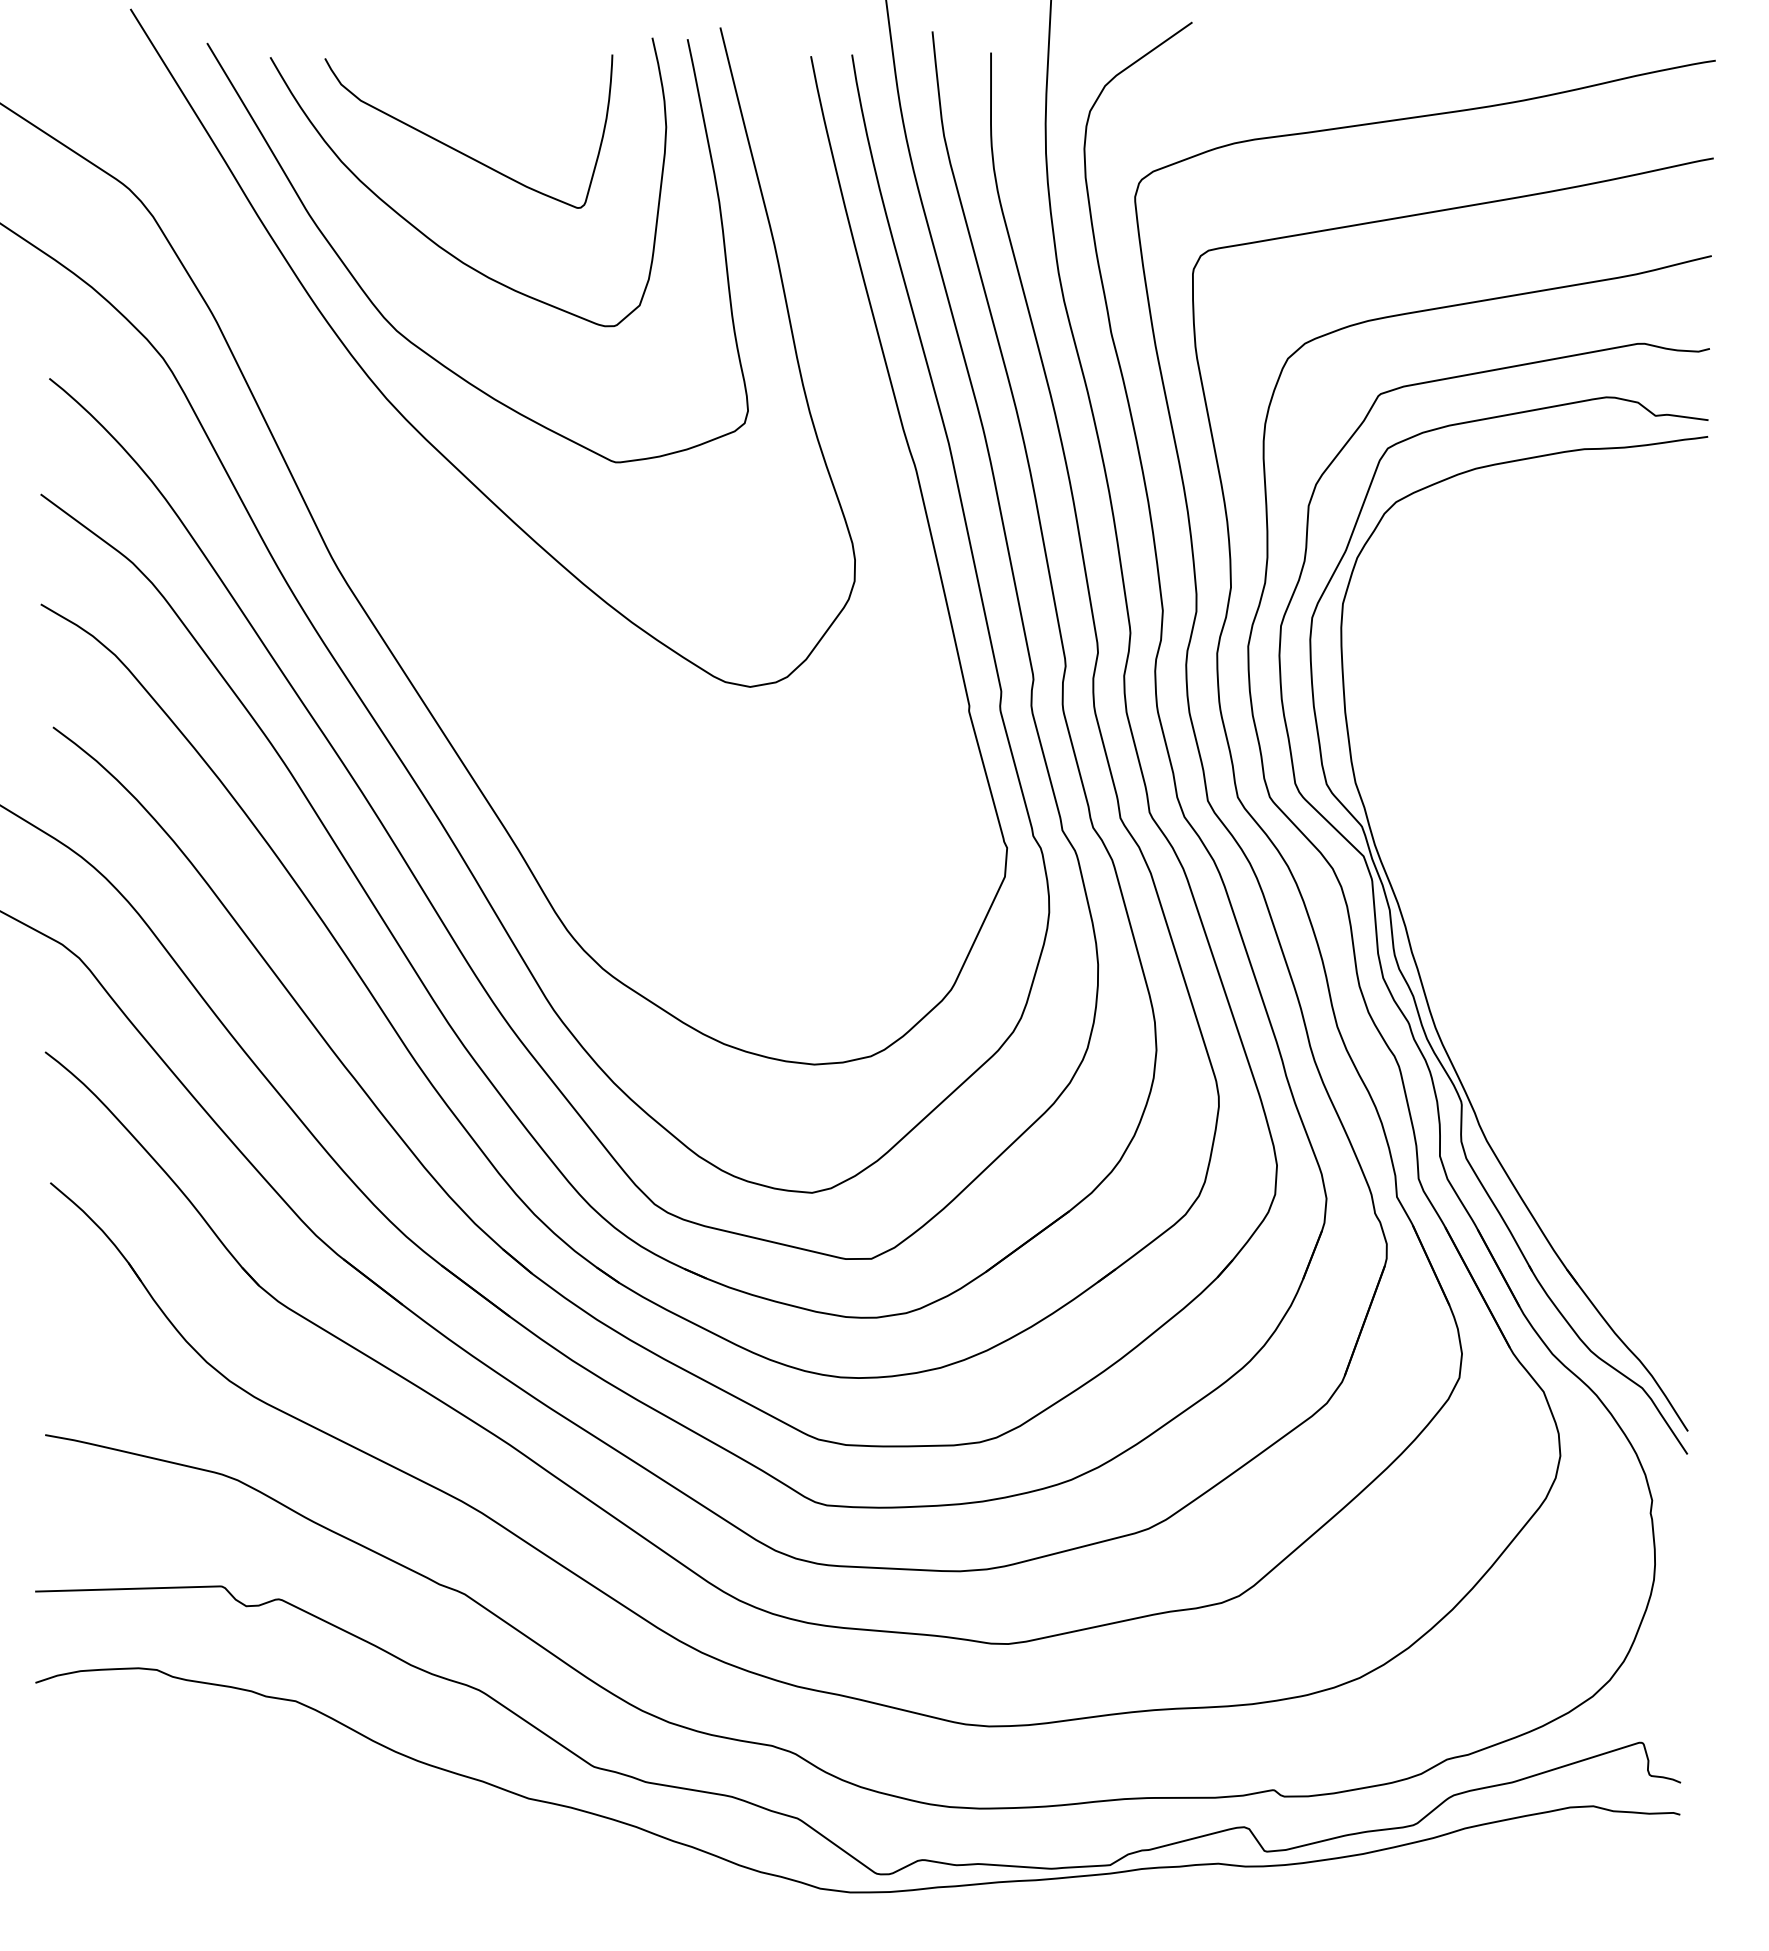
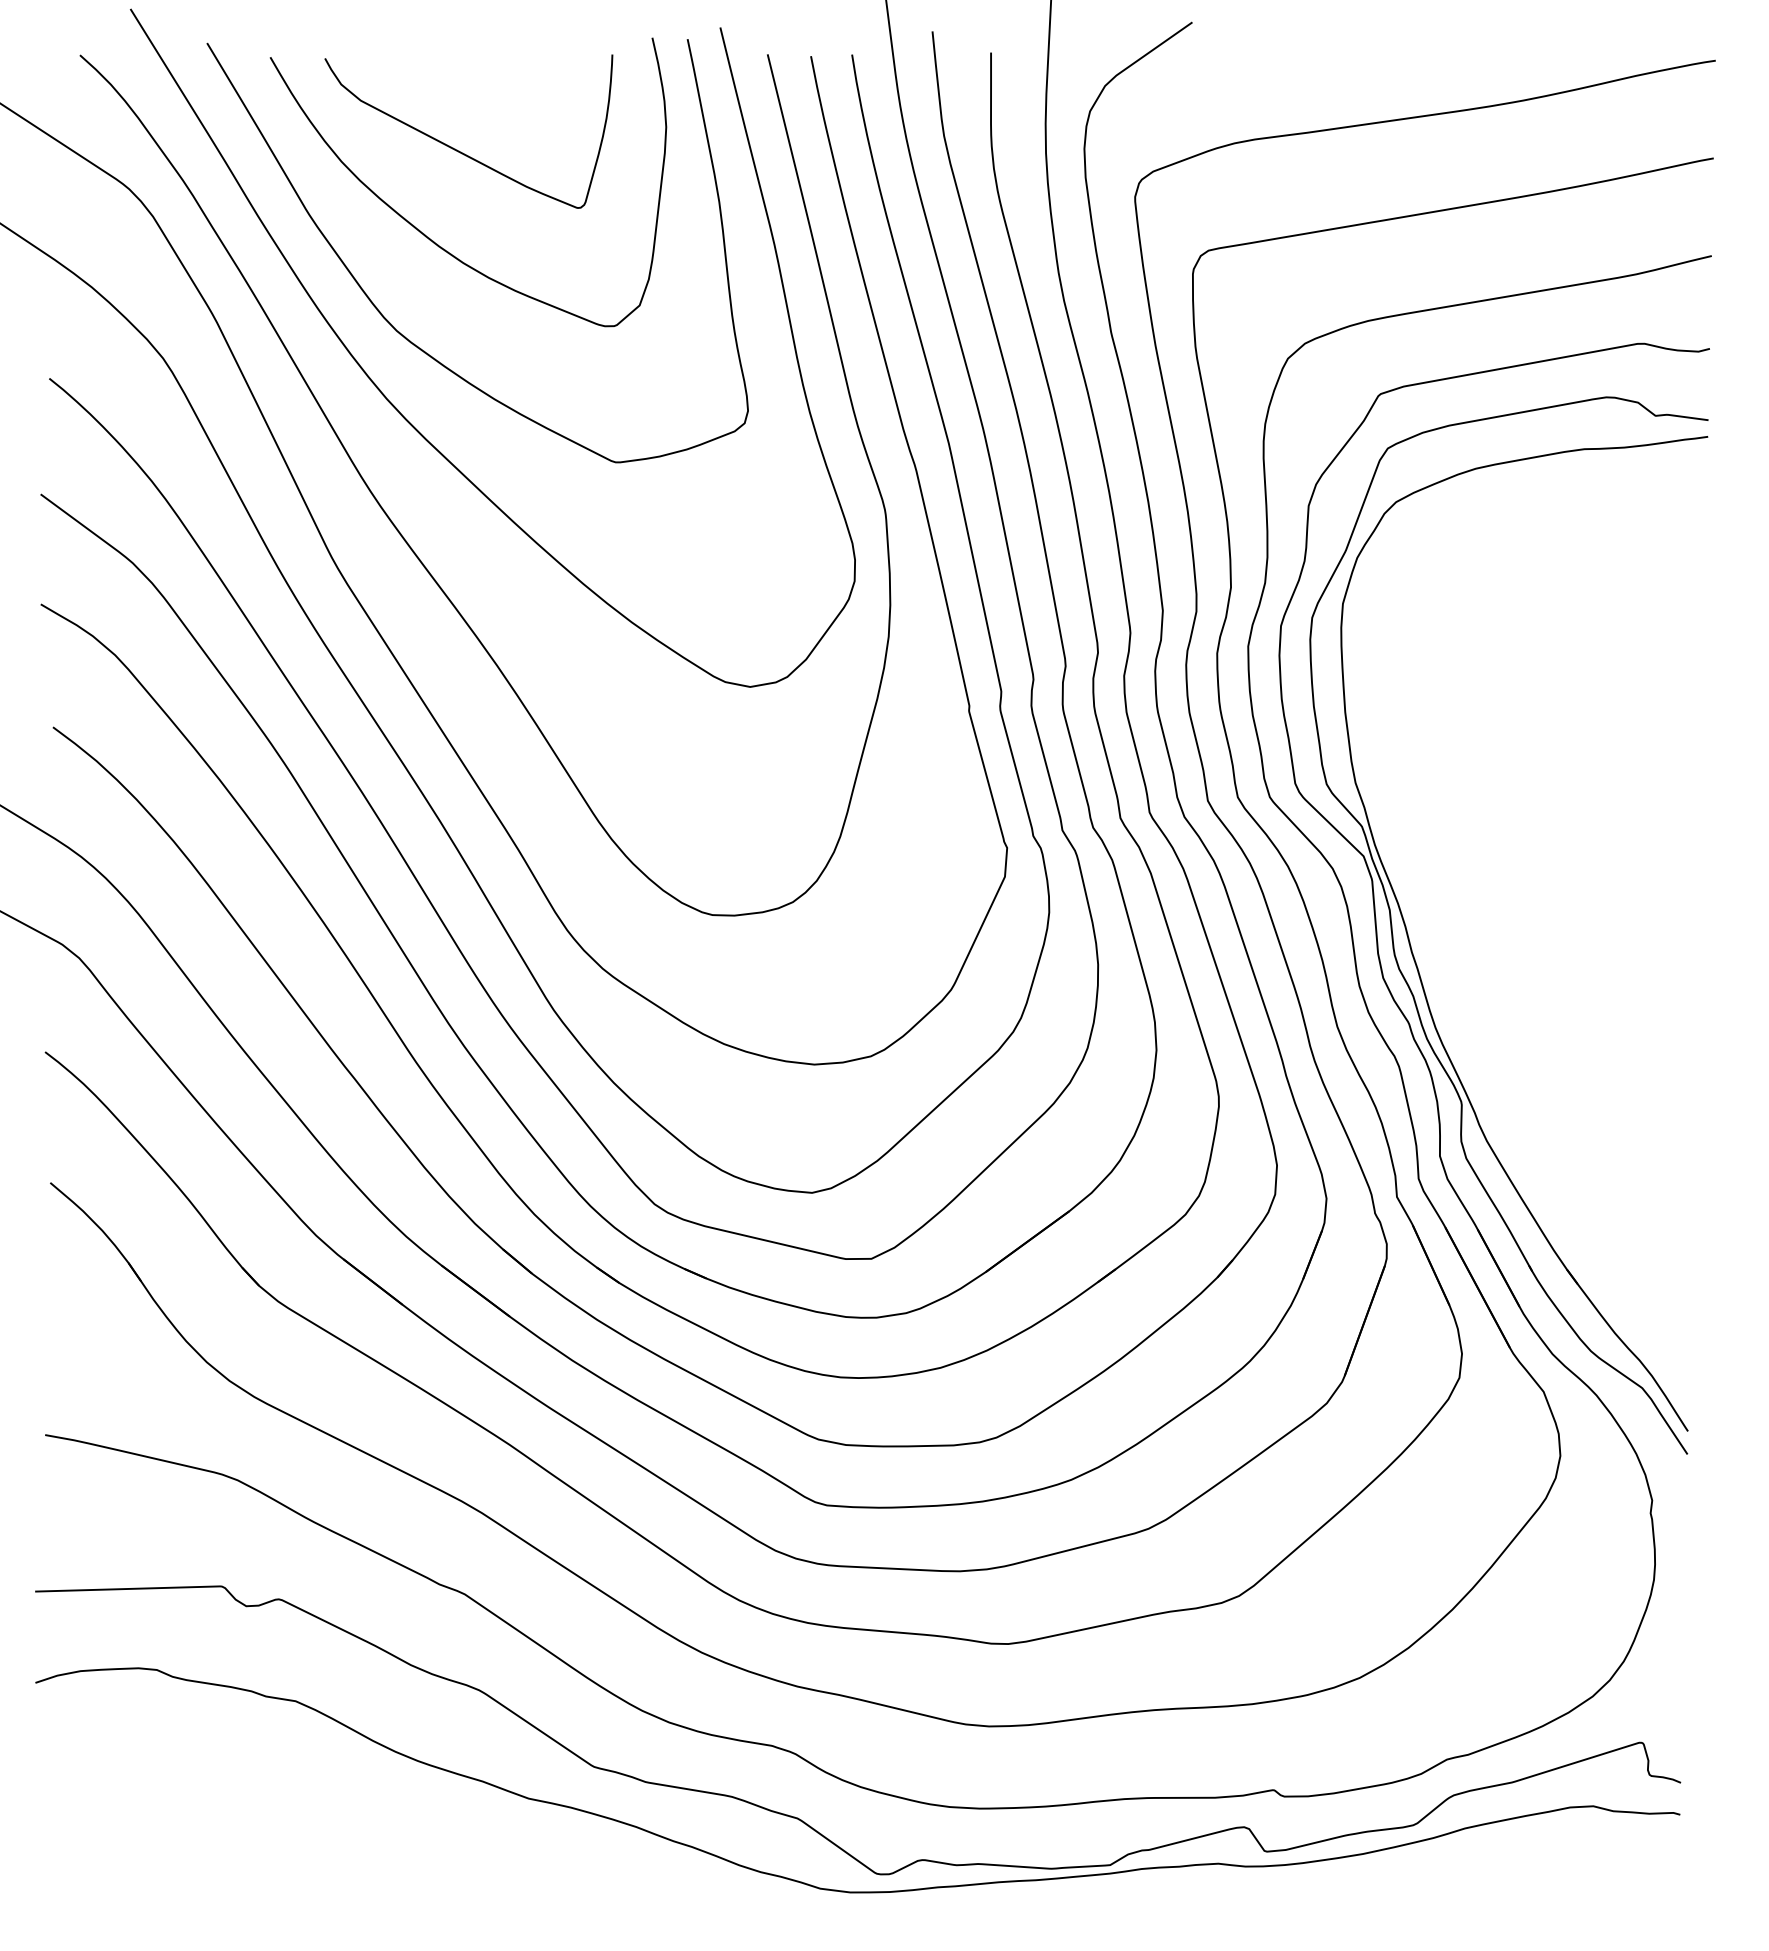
curve at (407, 541): none -> present
